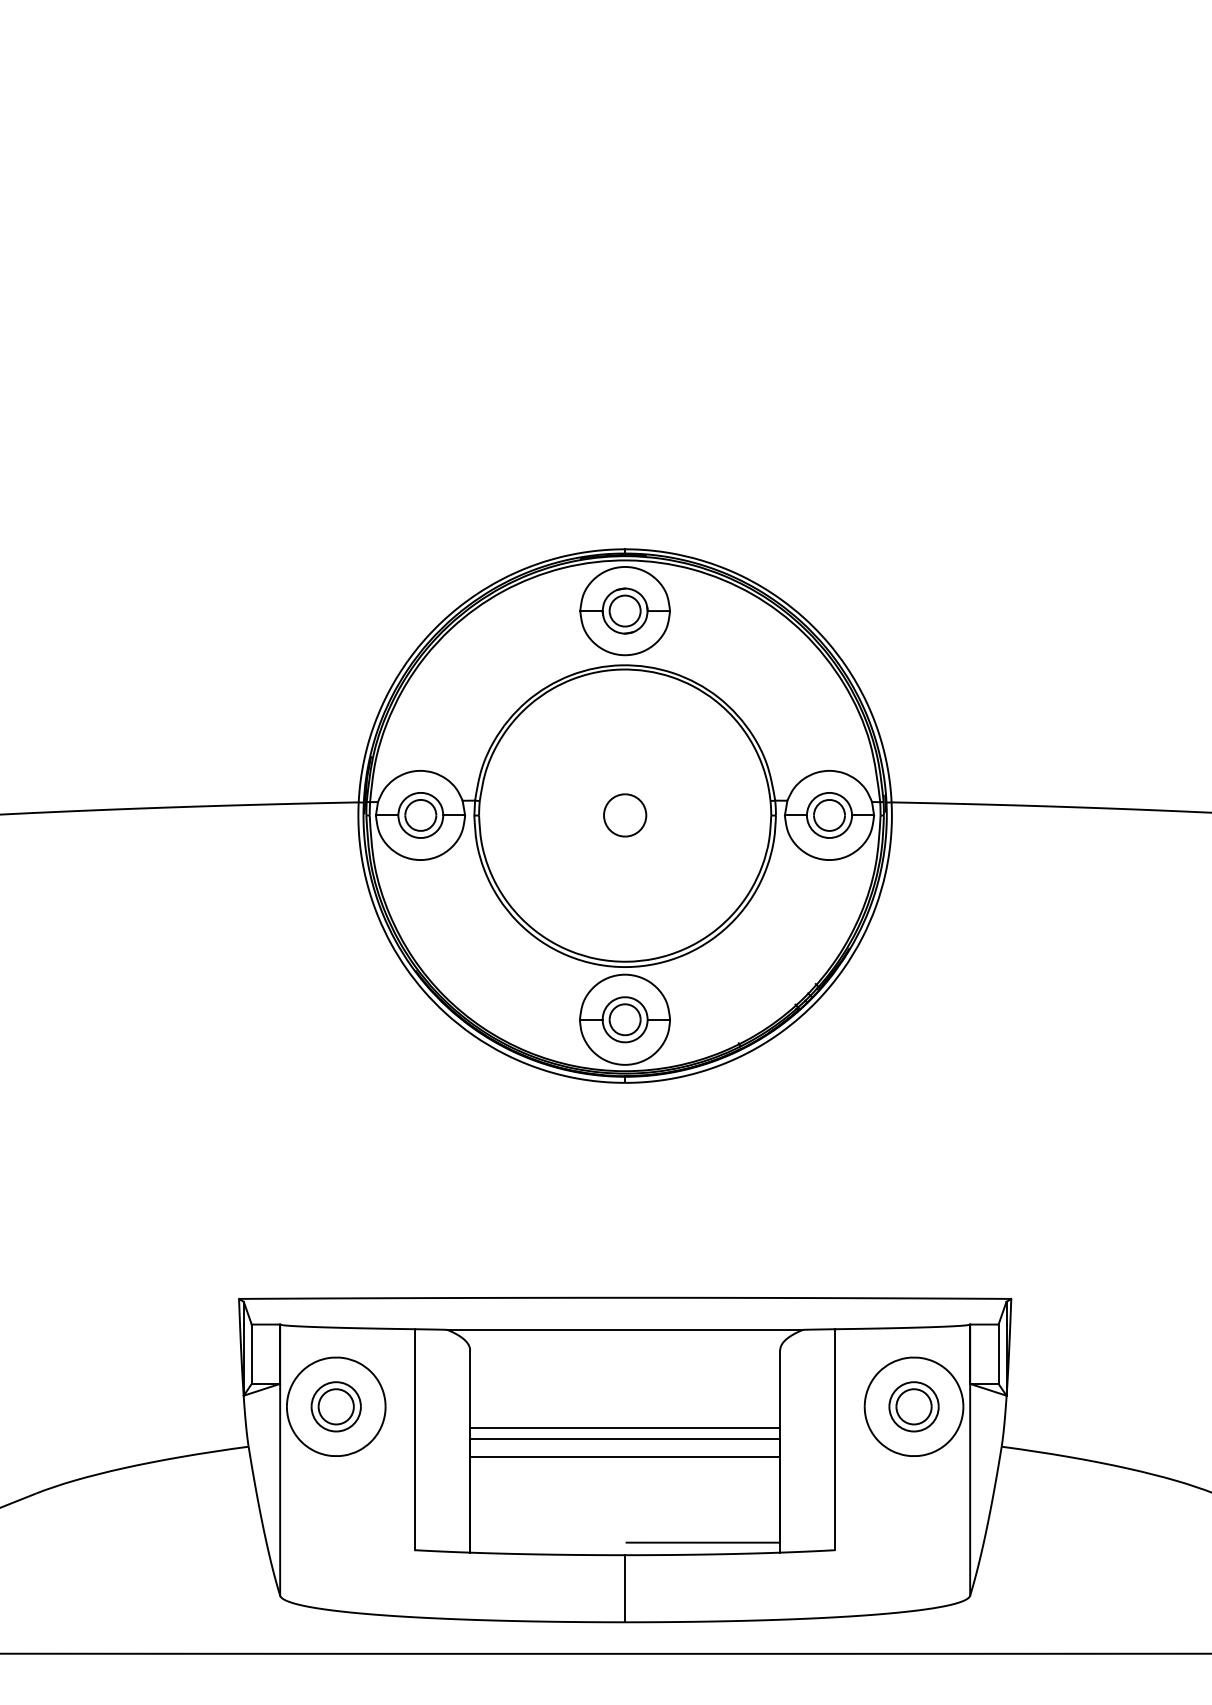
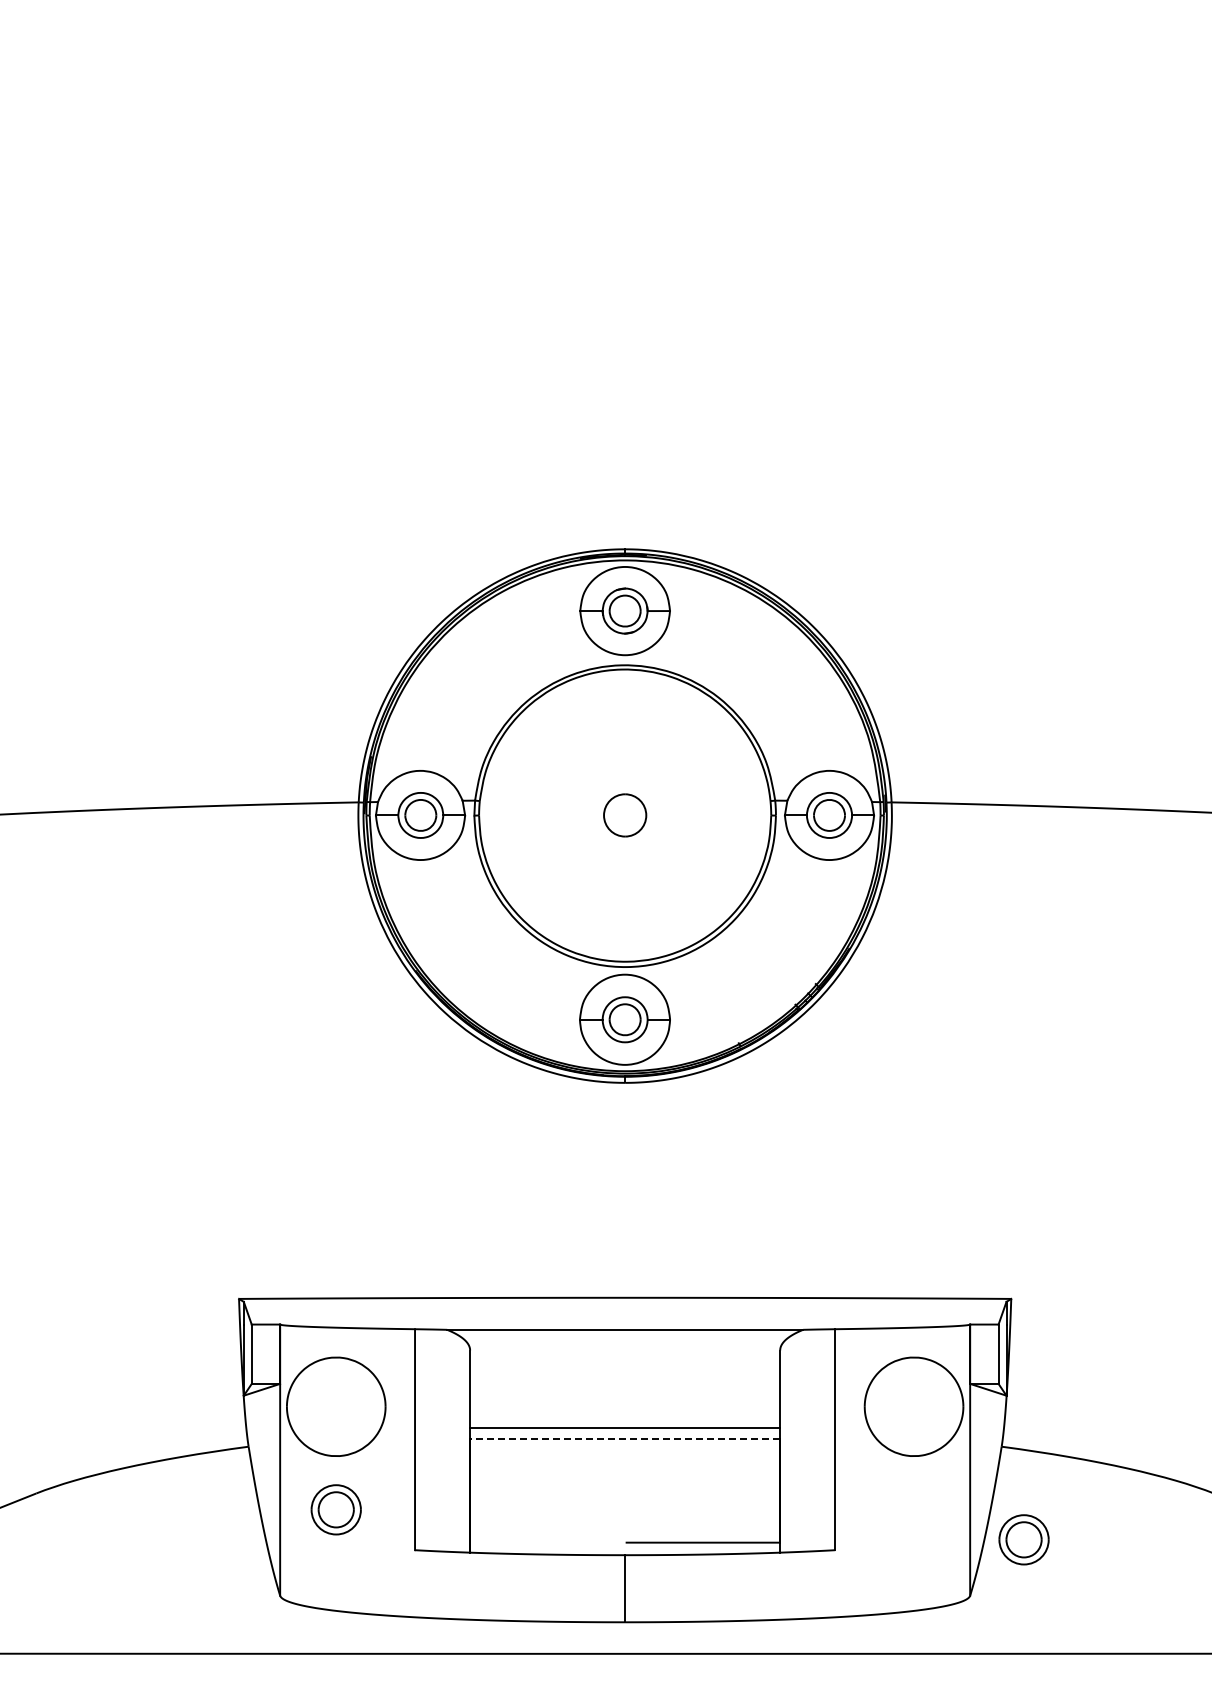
part at (335, 1406) position: (335, 1406) -> (335, 1509)
part at (913, 1406) position: (913, 1406) -> (1023, 1539)
line at (624, 1439): solid -> dashed
line at (625, 1456): present -> none
